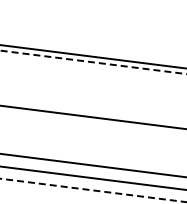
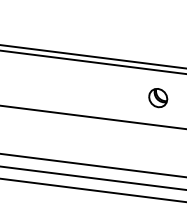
line at (93, 62): dashed -> solid
part at (158, 98): none -> present
line at (93, 190): dashed -> solid
